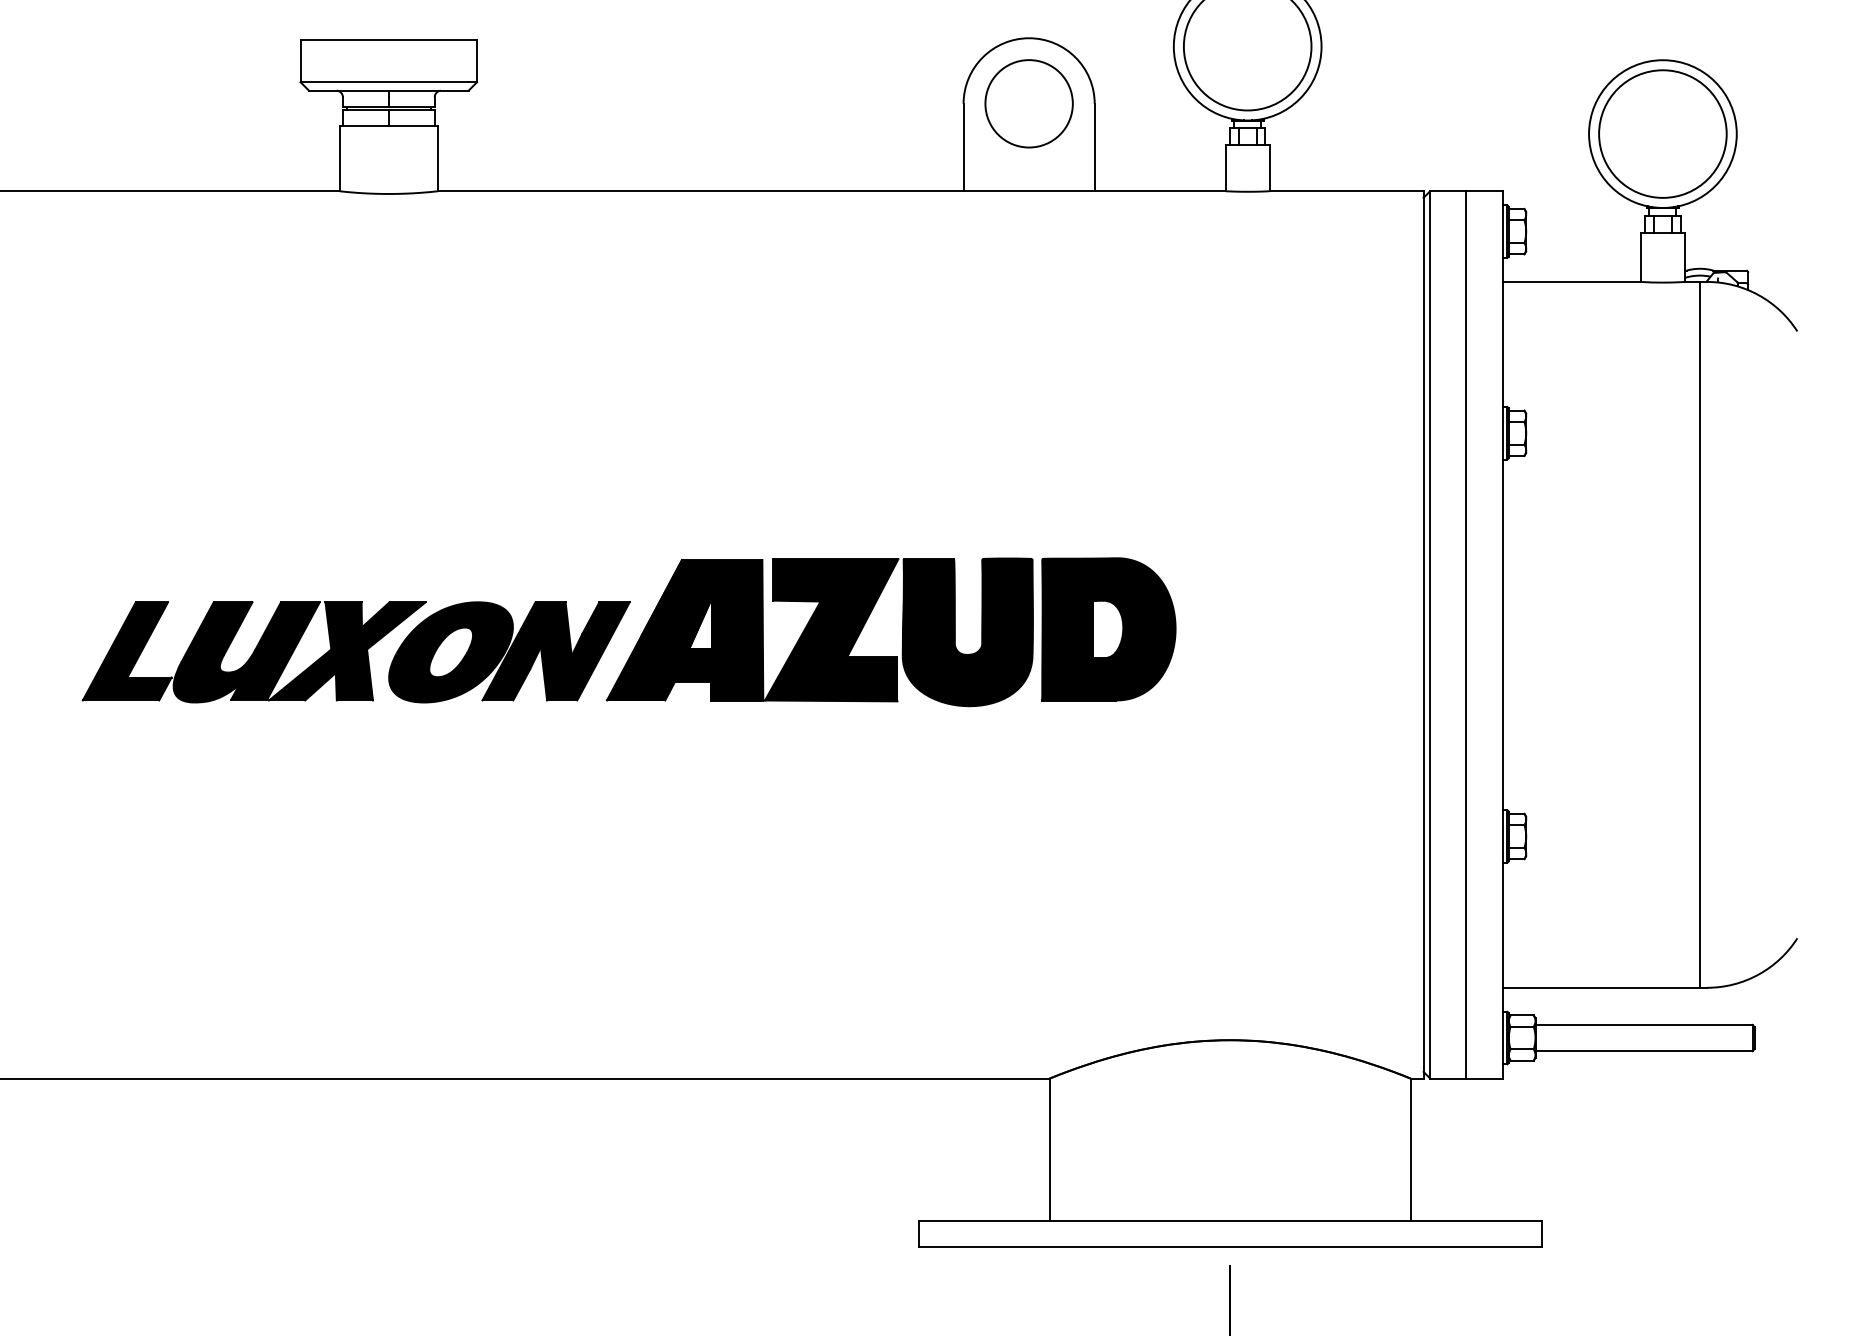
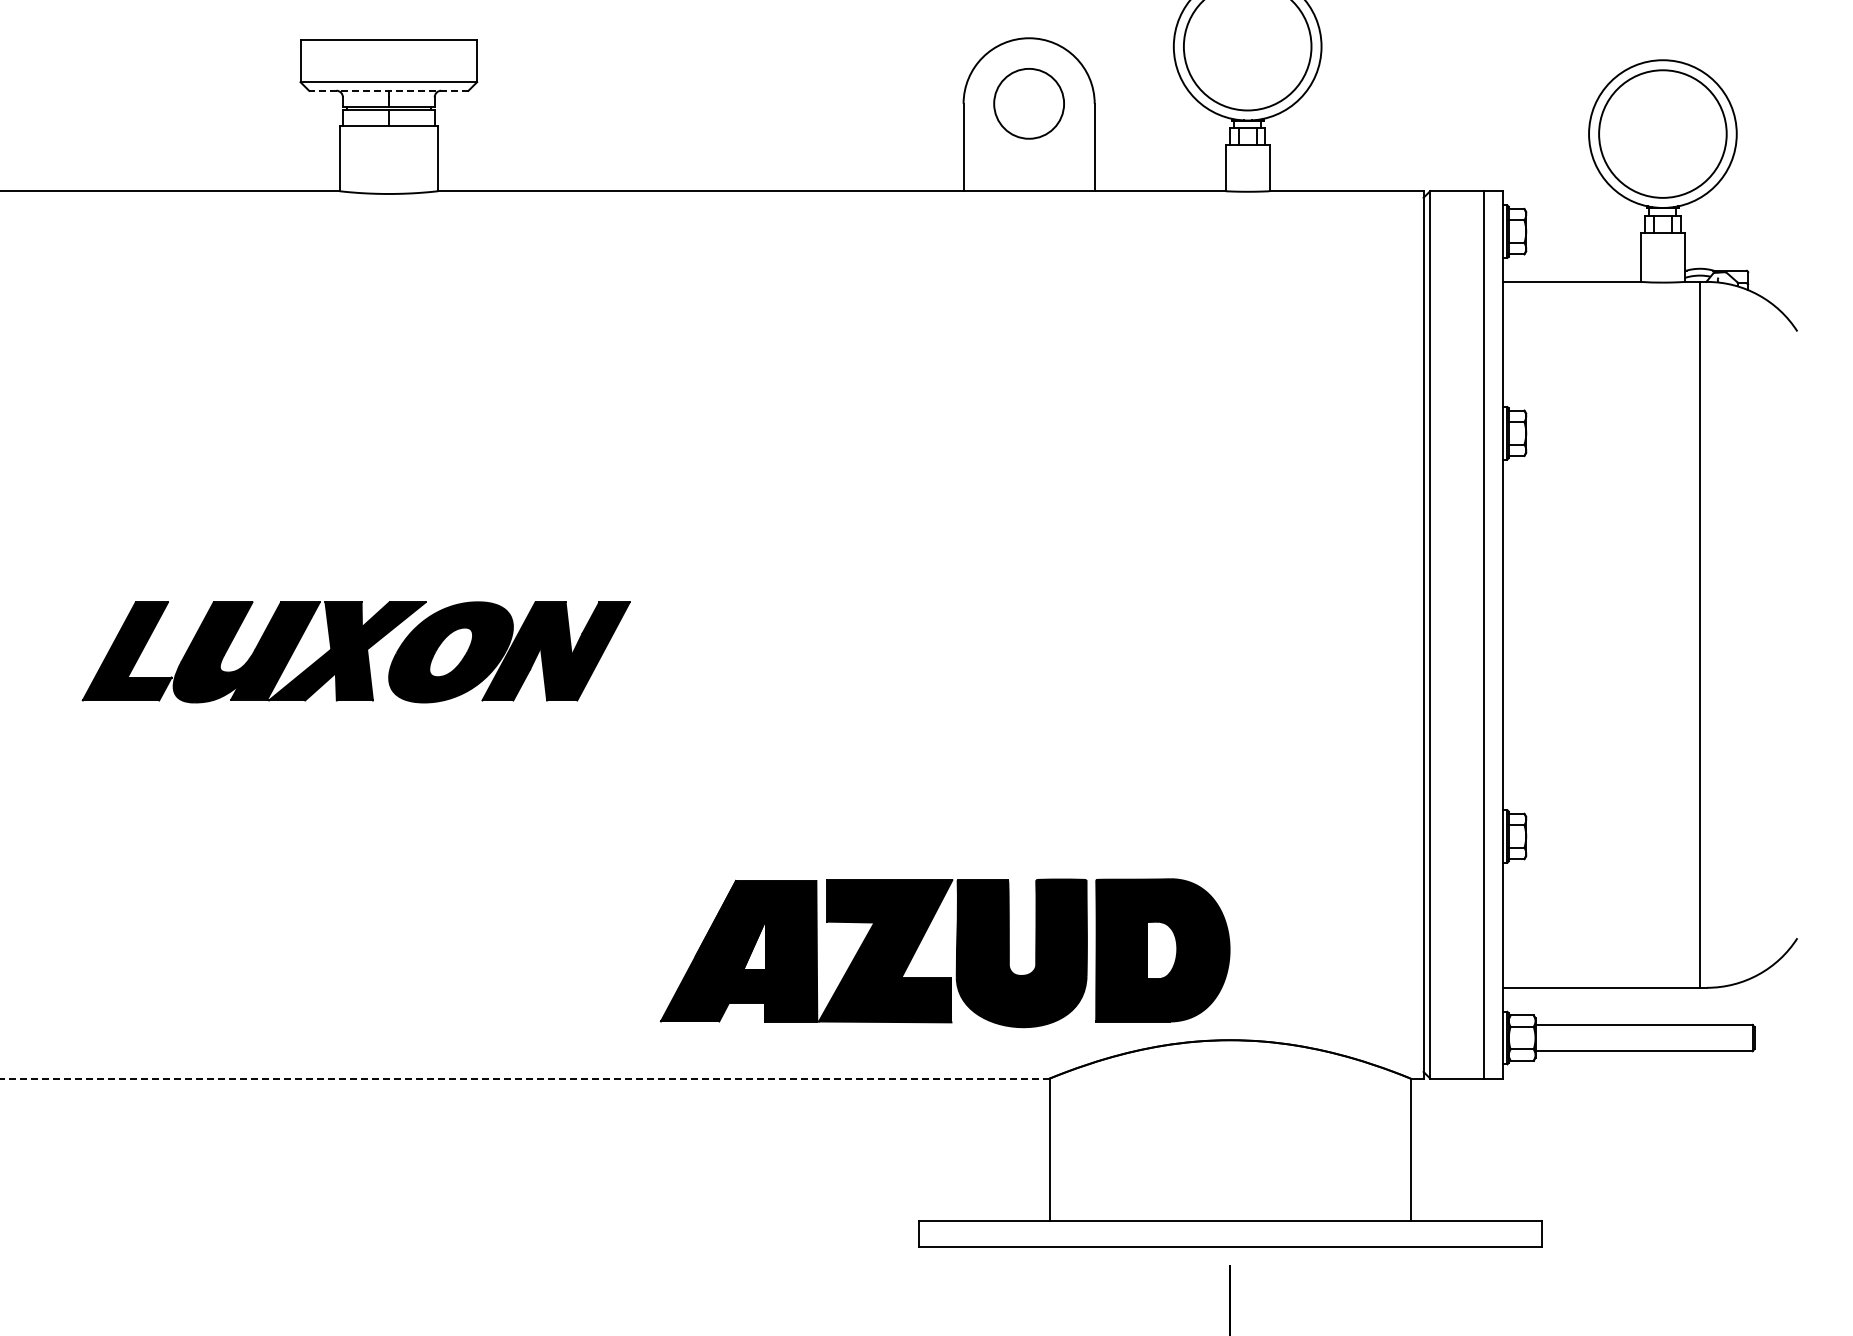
line at (388, 90): solid -> dashed
circle at (1028, 103) diameter: 87 px -> 70 px
part at (902, 632) position: (902, 632) -> (956, 953)
line at (1466, 634) position: (1466, 634) -> (1484, 634)
line at (525, 1078): solid -> dashed
